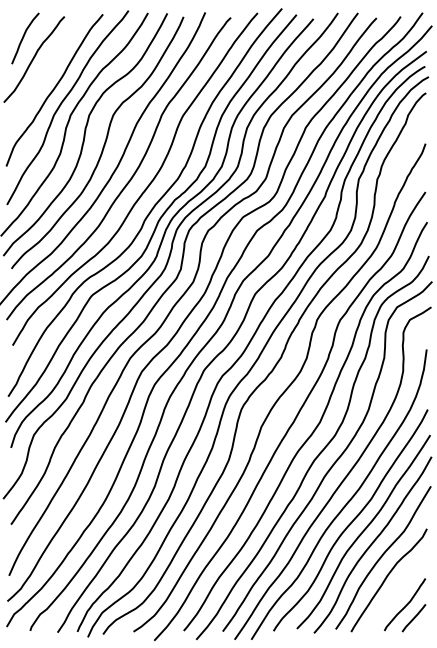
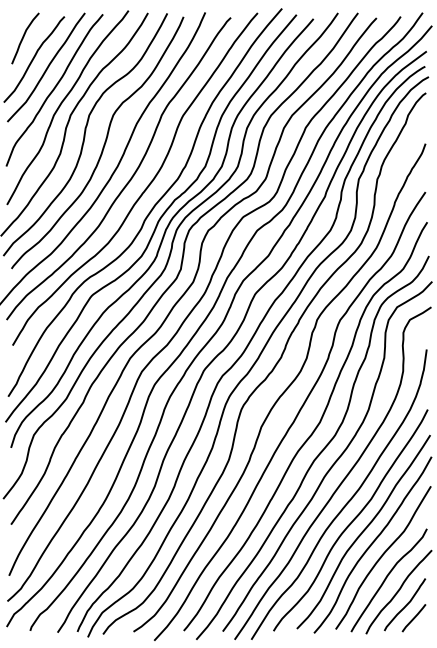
curve at (46, 67): none -> present
curve at (398, 591): none -> present
